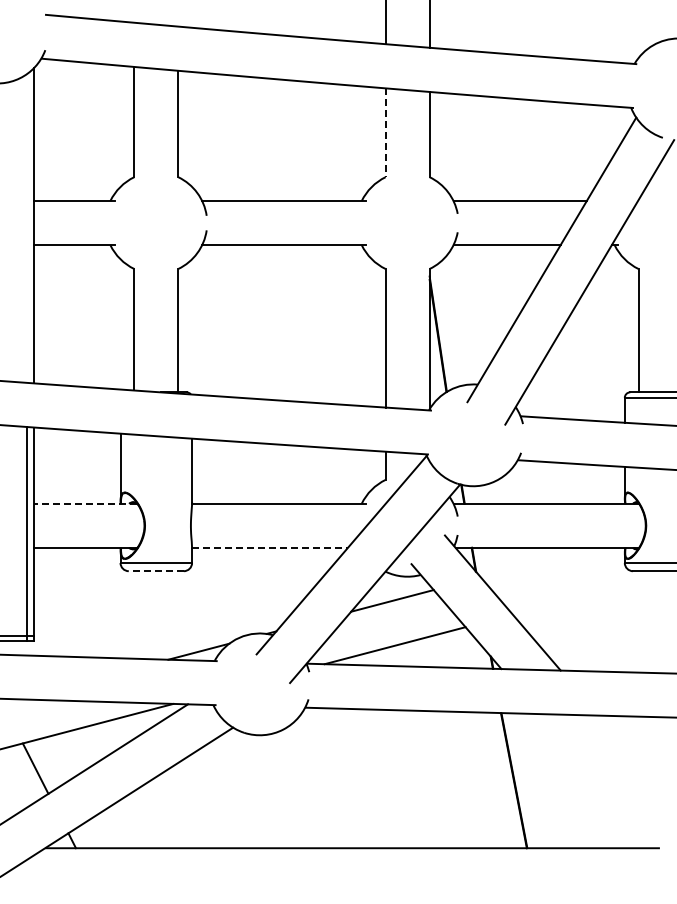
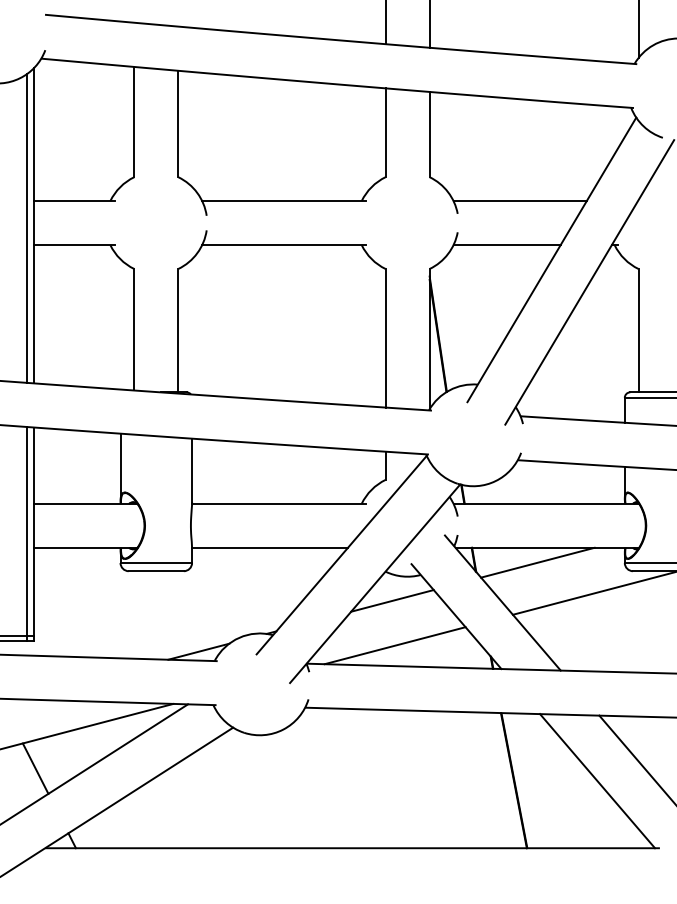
line at (638, 30): none -> present
line at (385, 133): dashed -> solid
line at (27, 228): none -> present
line at (85, 503): dashed -> solid
line at (270, 547): dashed -> solid
line at (537, 562): none -> present
line at (156, 571): dashed -> solid
line at (592, 593): none -> present
line at (636, 758): none -> present
line at (597, 781): none -> present
